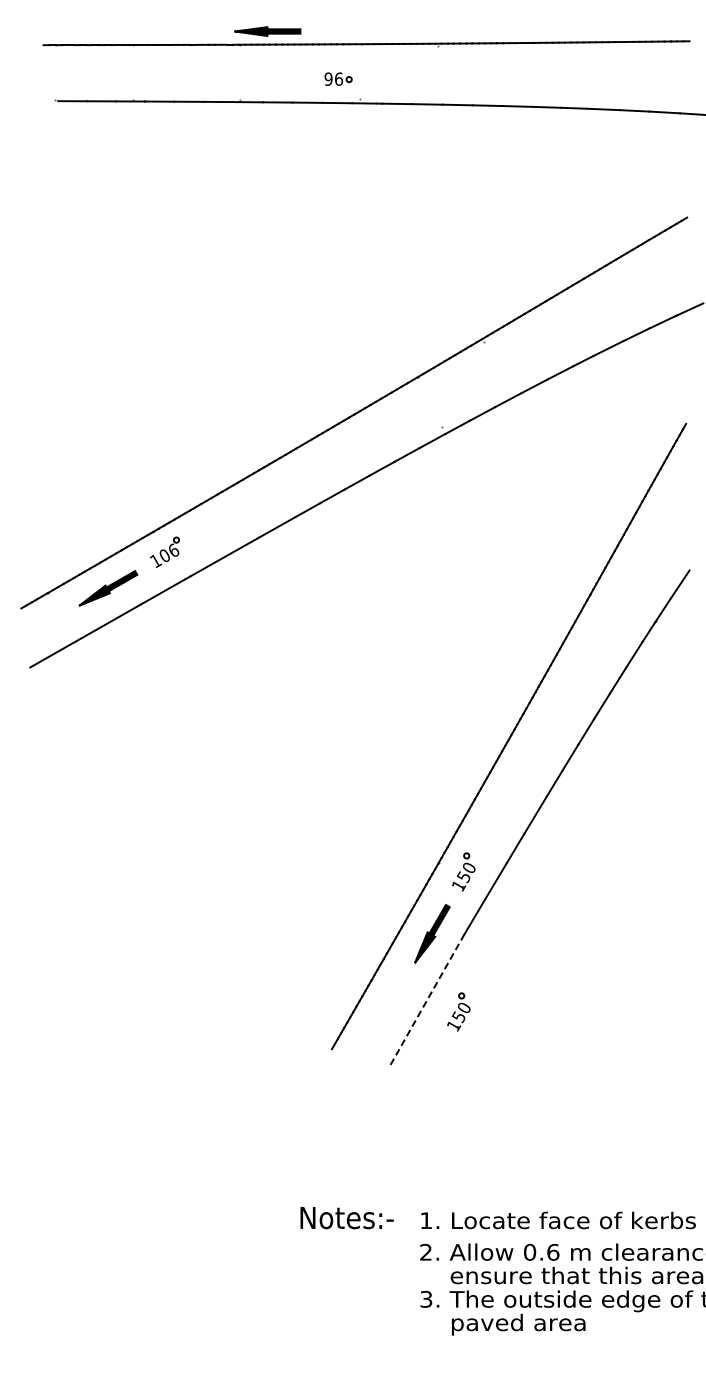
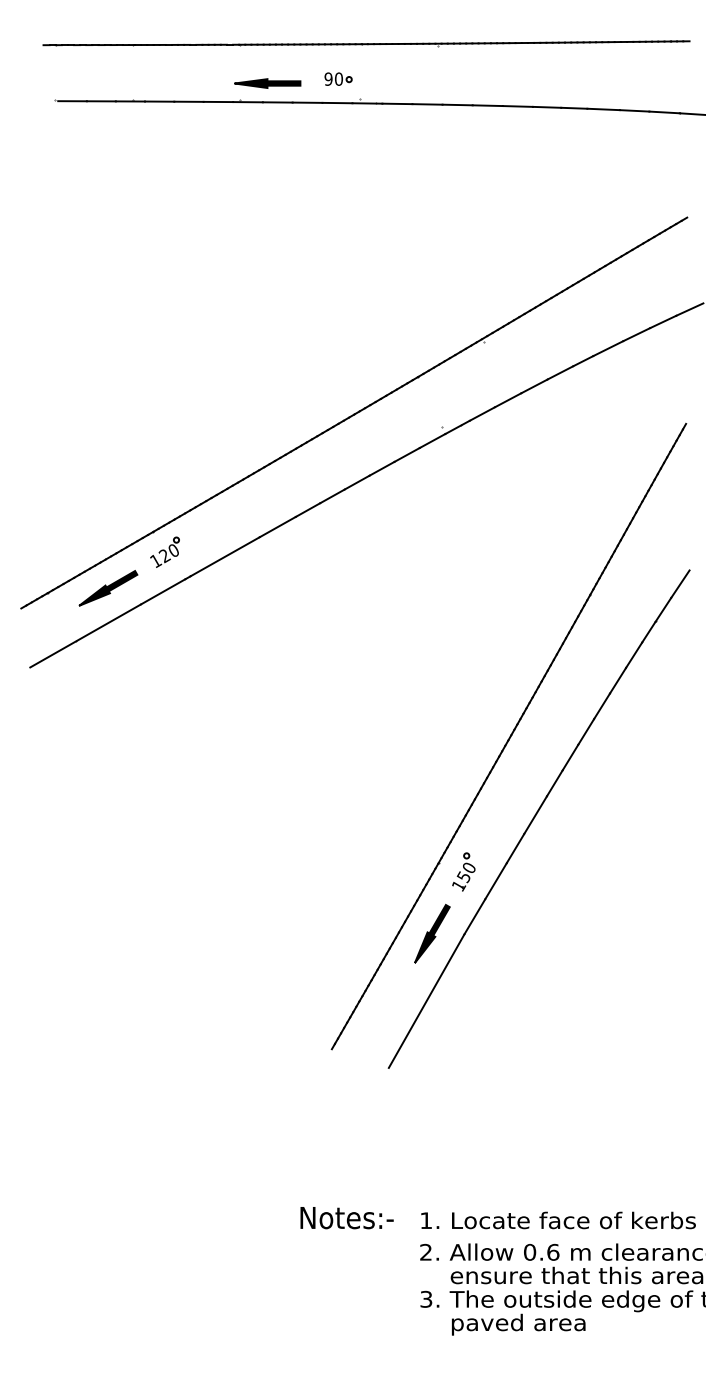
part at (267, 31) position: (267, 31) -> (267, 83)
text at (339, 78): 96 -> 90
text at (168, 553): 106 -> 120
line at (426, 1001): dashed -> solid
part at (458, 1011): present -> none
